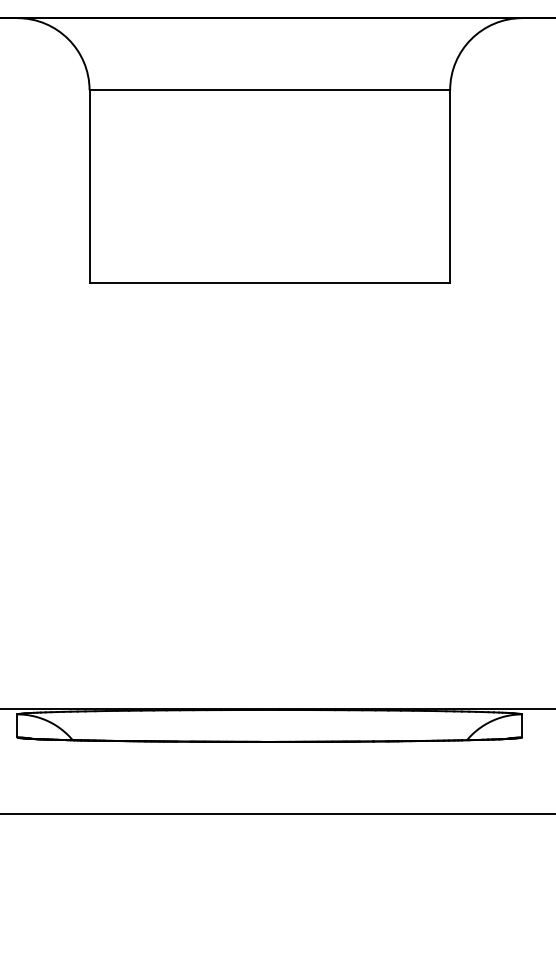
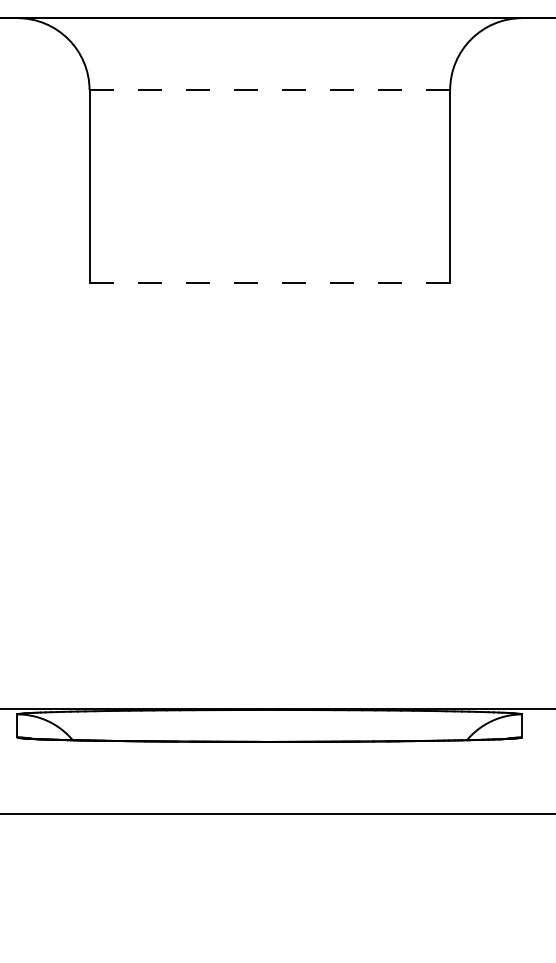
line at (270, 90): solid -> dashed
line at (270, 282): solid -> dashed
